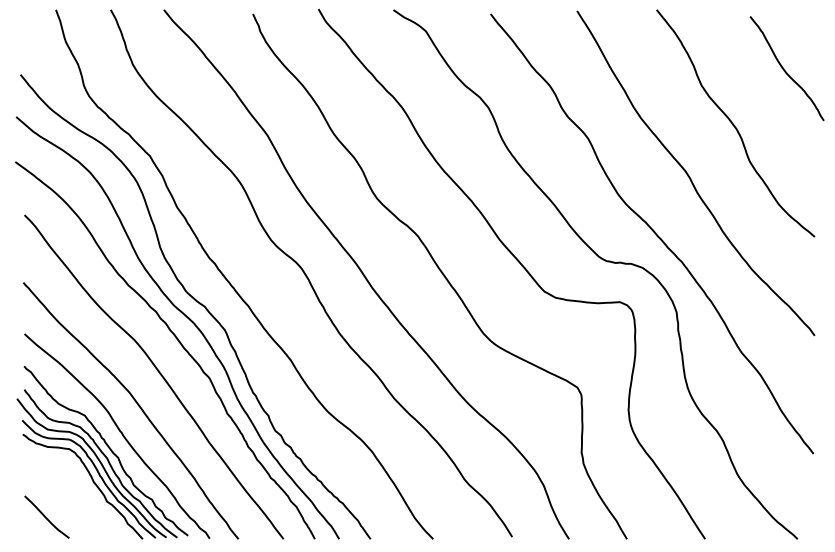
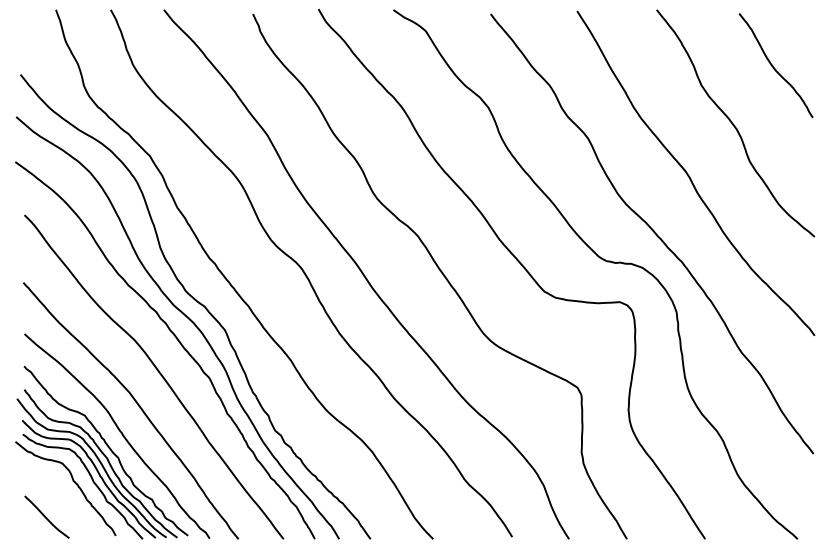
curve at (784, 68) position: (784, 68) -> (773, 65)
curve at (72, 481): none -> present
